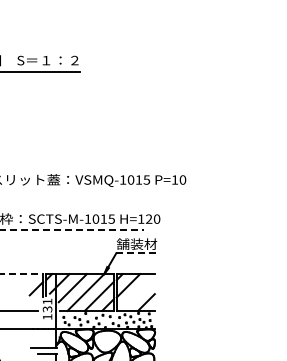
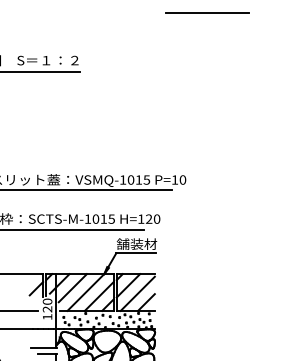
line at (207, 12): none -> present
line at (86, 189): none -> present
line at (72, 229): dashed -> solid
line at (136, 253): dashed -> solid
line at (22, 274): dashed -> solid
line at (137, 293): none -> present
text at (47, 305): 131 -> 120
